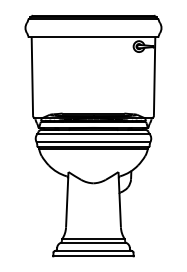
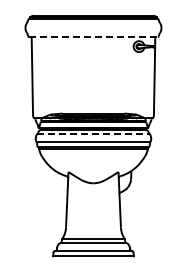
line at (94, 37): solid -> dashed
line at (93, 134): solid -> dashed
